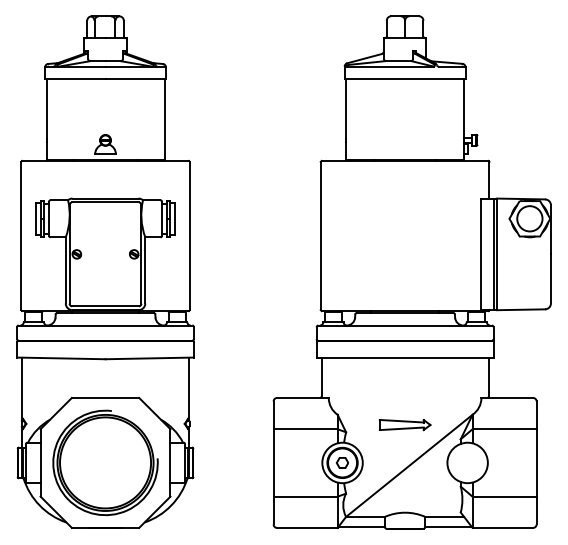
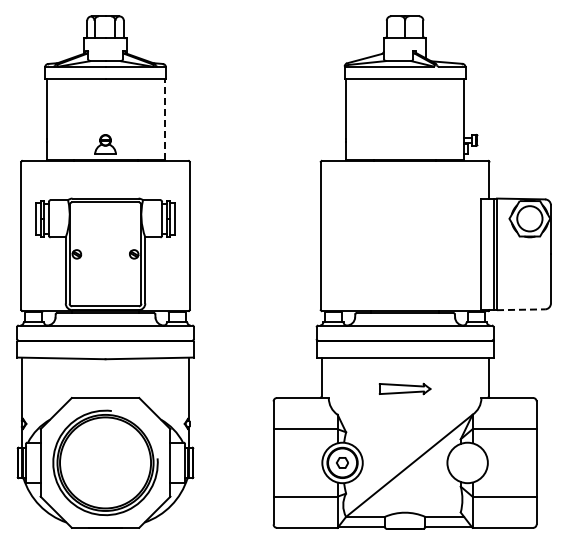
line at (164, 119): solid -> dashed
line at (521, 309): solid -> dashed
part at (404, 424) position: (404, 424) -> (404, 388)
